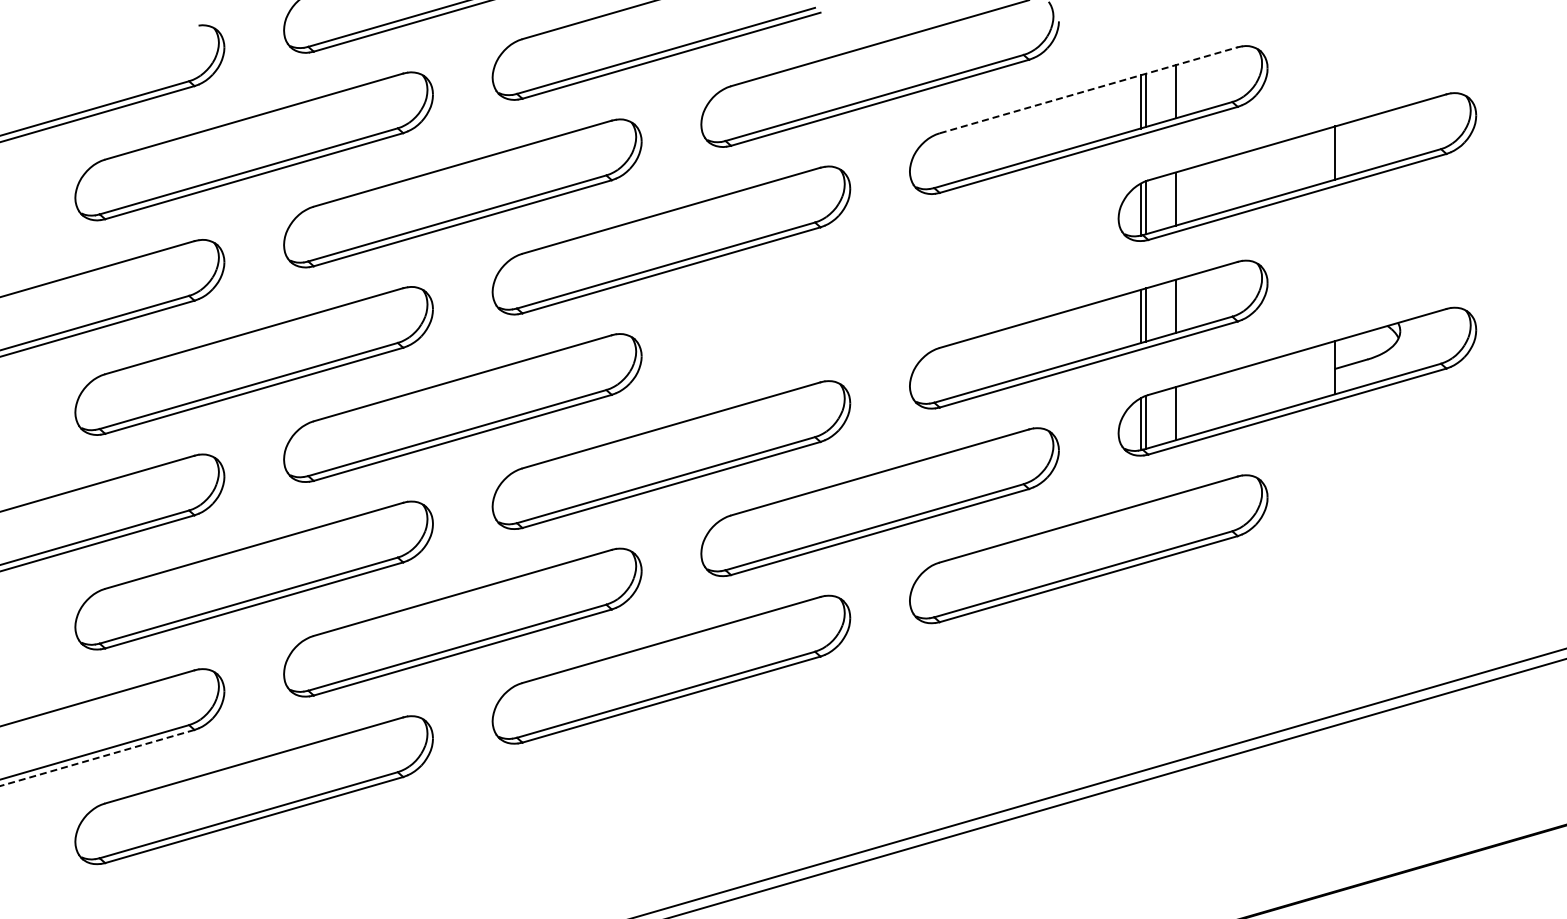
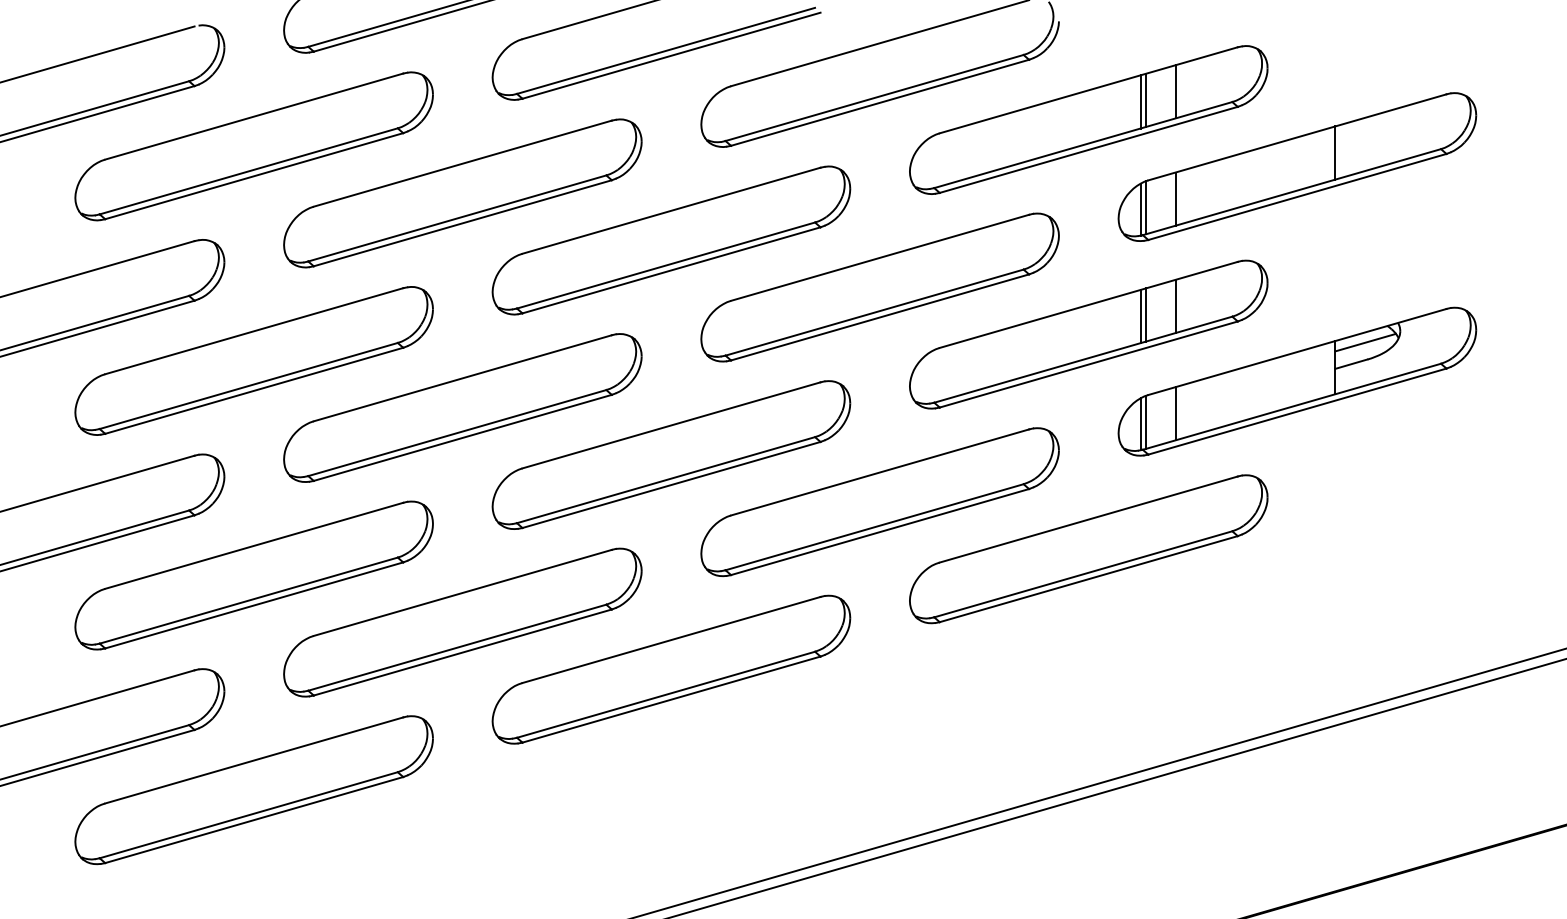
line at (98, 53): none -> present
line at (1089, 90): dashed -> solid
part at (879, 287): none -> present
line at (1365, 342): none -> present
line at (96, 758): dashed -> solid
